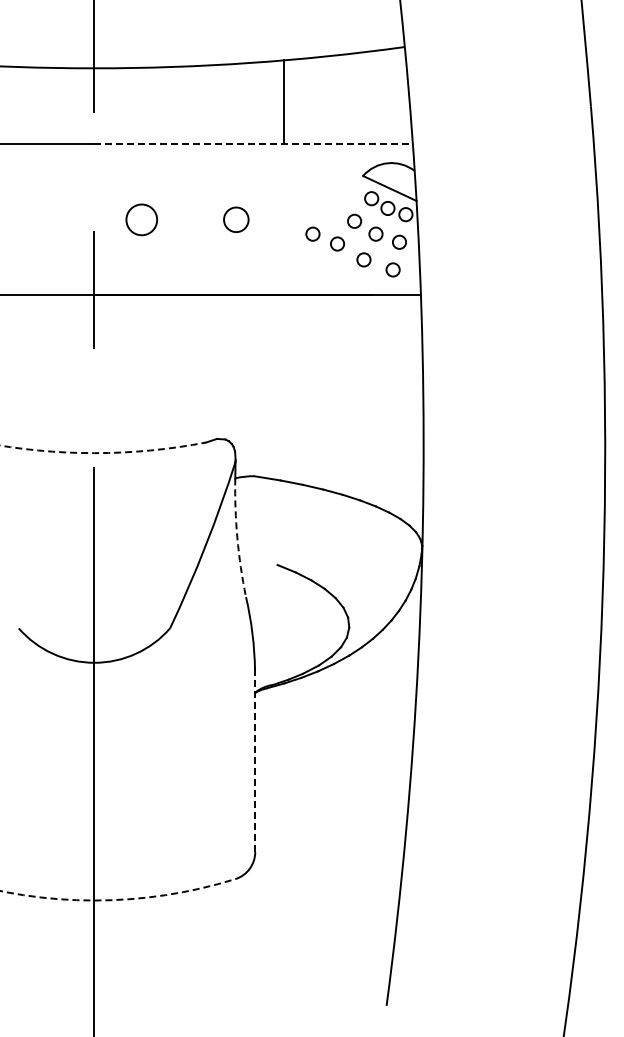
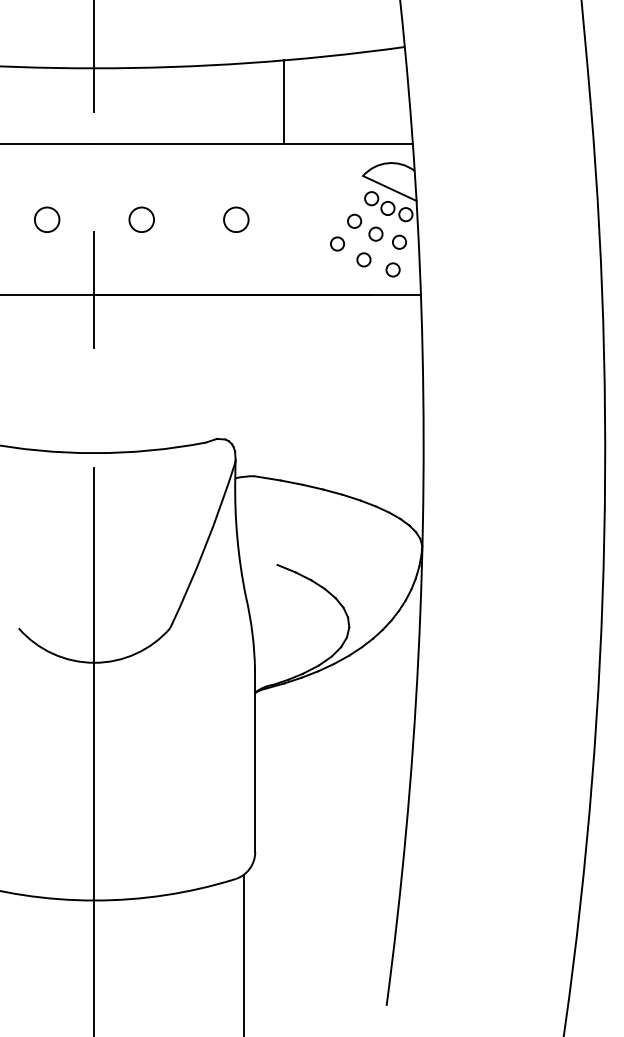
line at (254, 144): dashed -> solid
circle at (47, 219): none -> present
circle at (141, 219) size: 34x34 px -> 27x27 px
circle at (312, 233): present -> none
arc at (103, 452): dashed -> solid
arc at (237, 538): dashed -> solid
line at (255, 761): dashed -> solid
arc at (119, 899): dashed -> solid
line at (243, 953): none -> present
